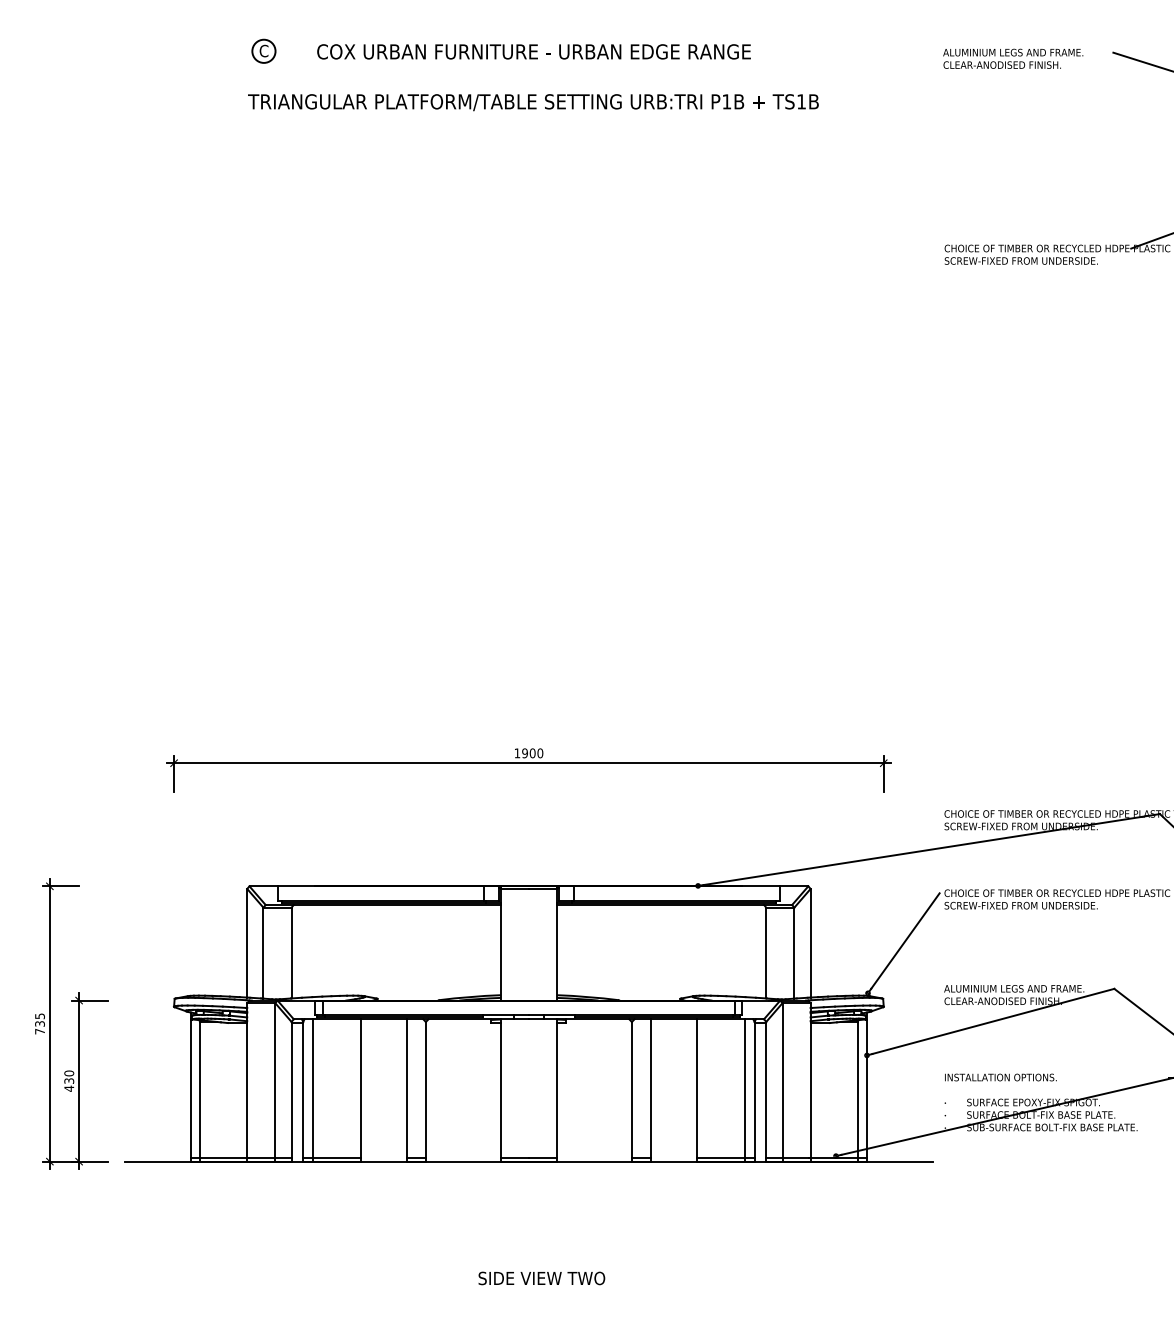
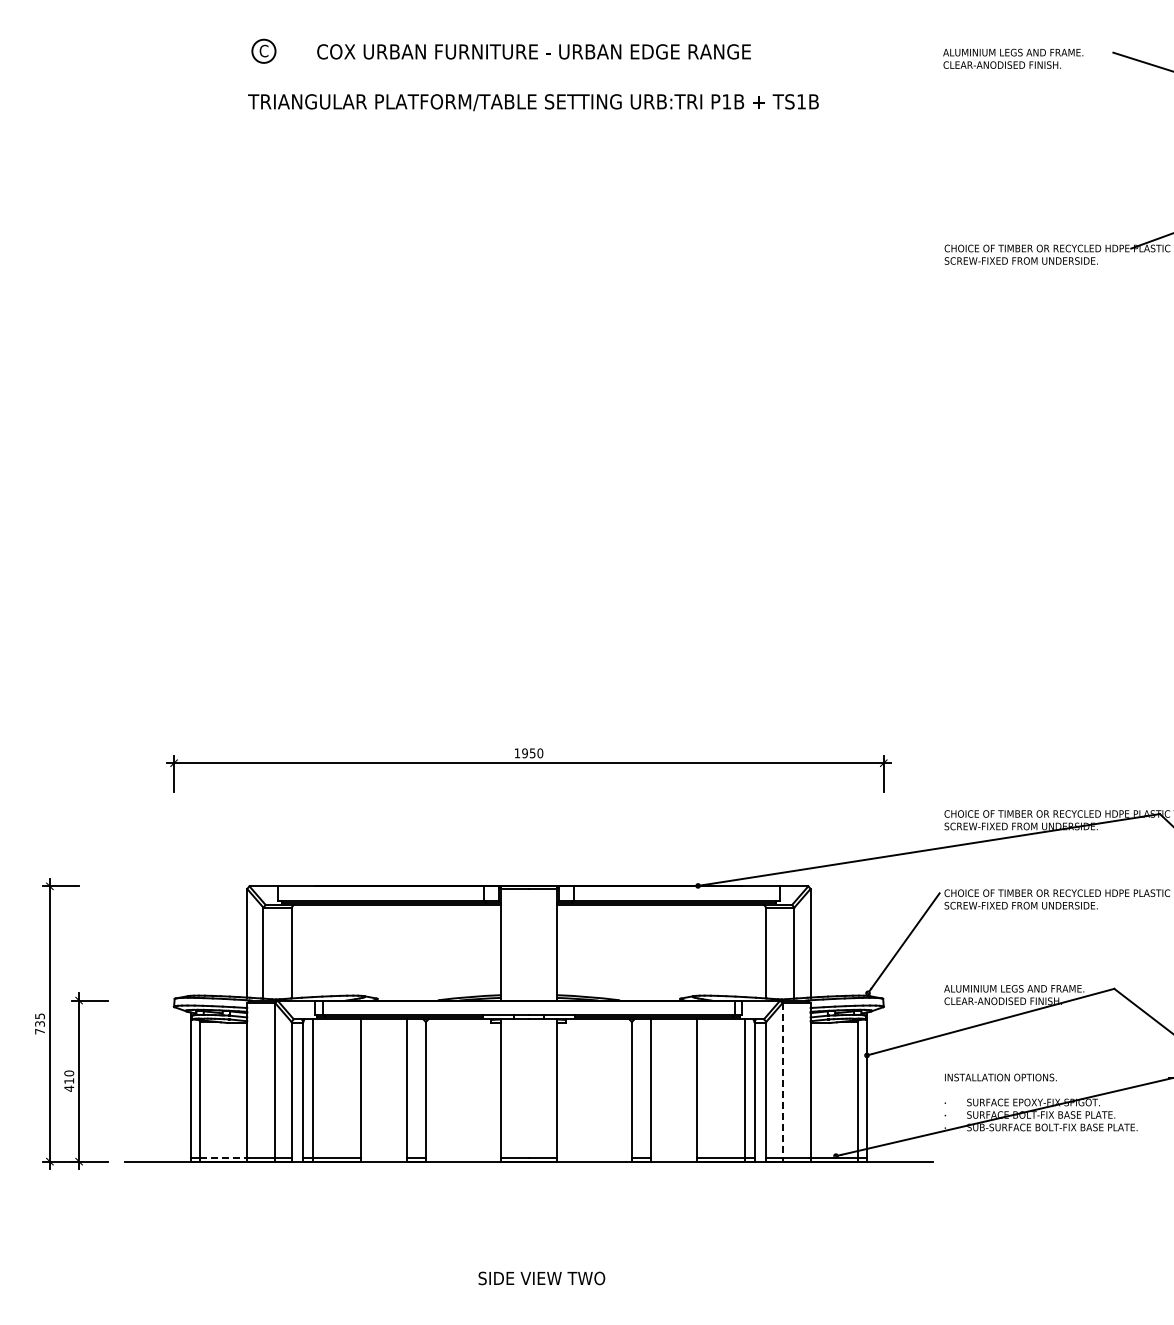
text at (532, 753): 1900 -> 1950
text at (69, 1080): 430 -> 410
line at (782, 1082): solid -> dashed
line at (225, 1157): solid -> dashed
